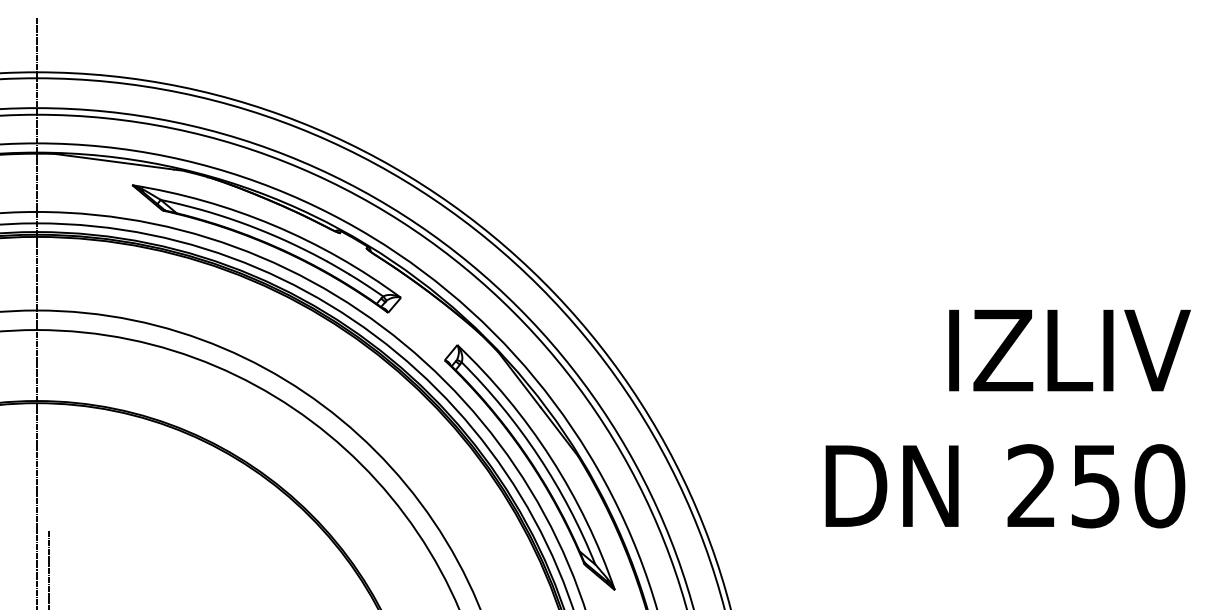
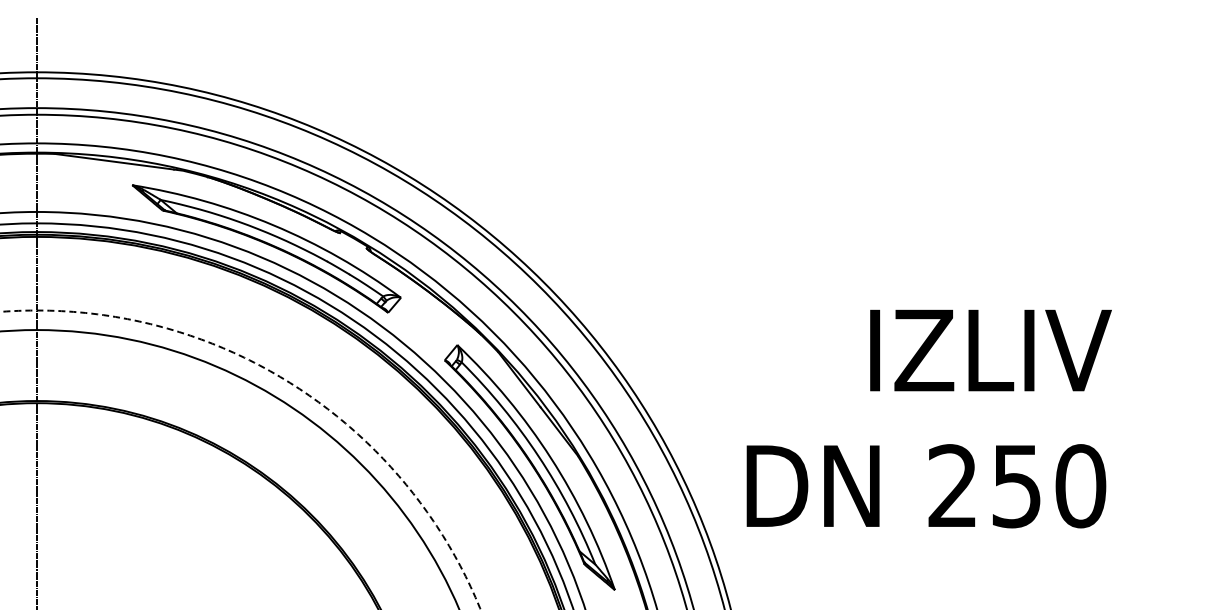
text at (1007, 418) position: (1007, 418) -> (928, 418)
circle at (240, 459): solid -> dashed
line at (49, 568): present -> none
